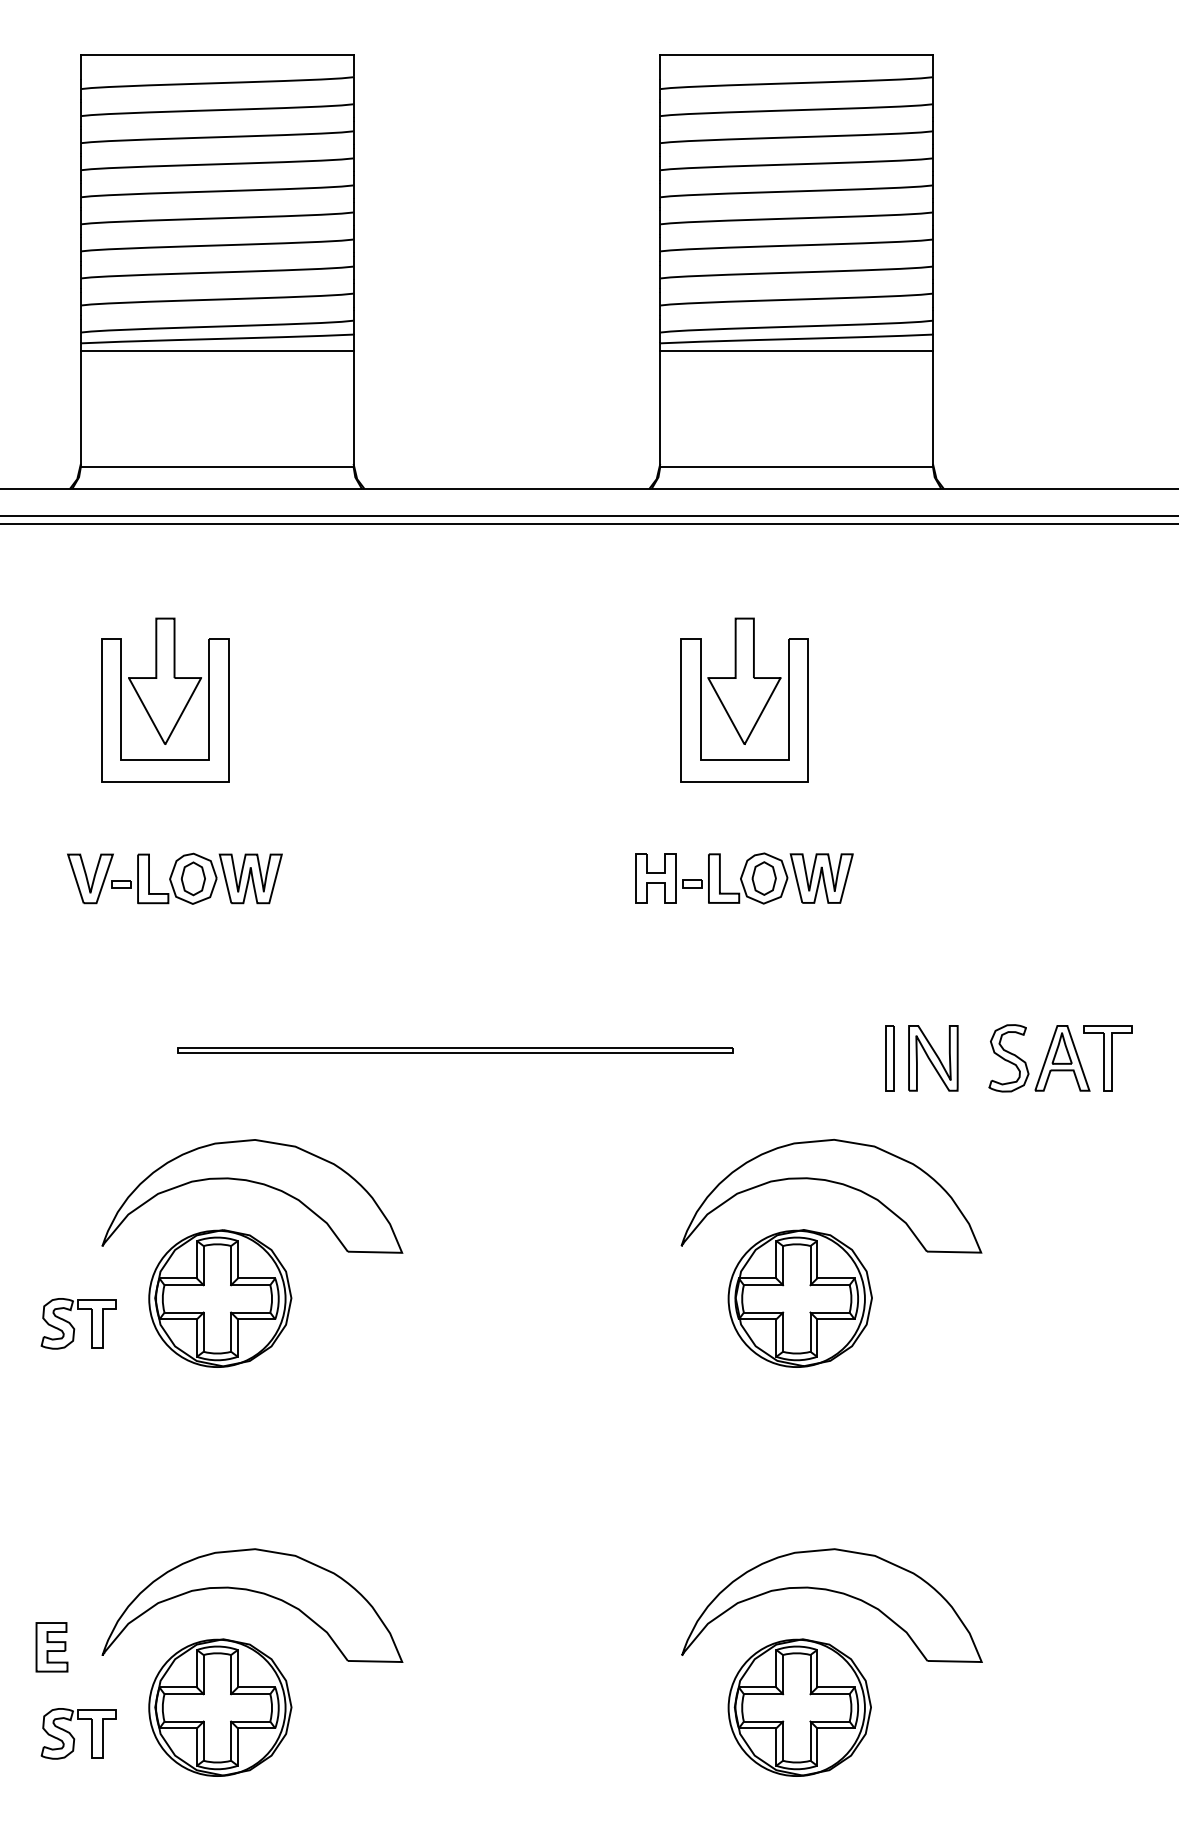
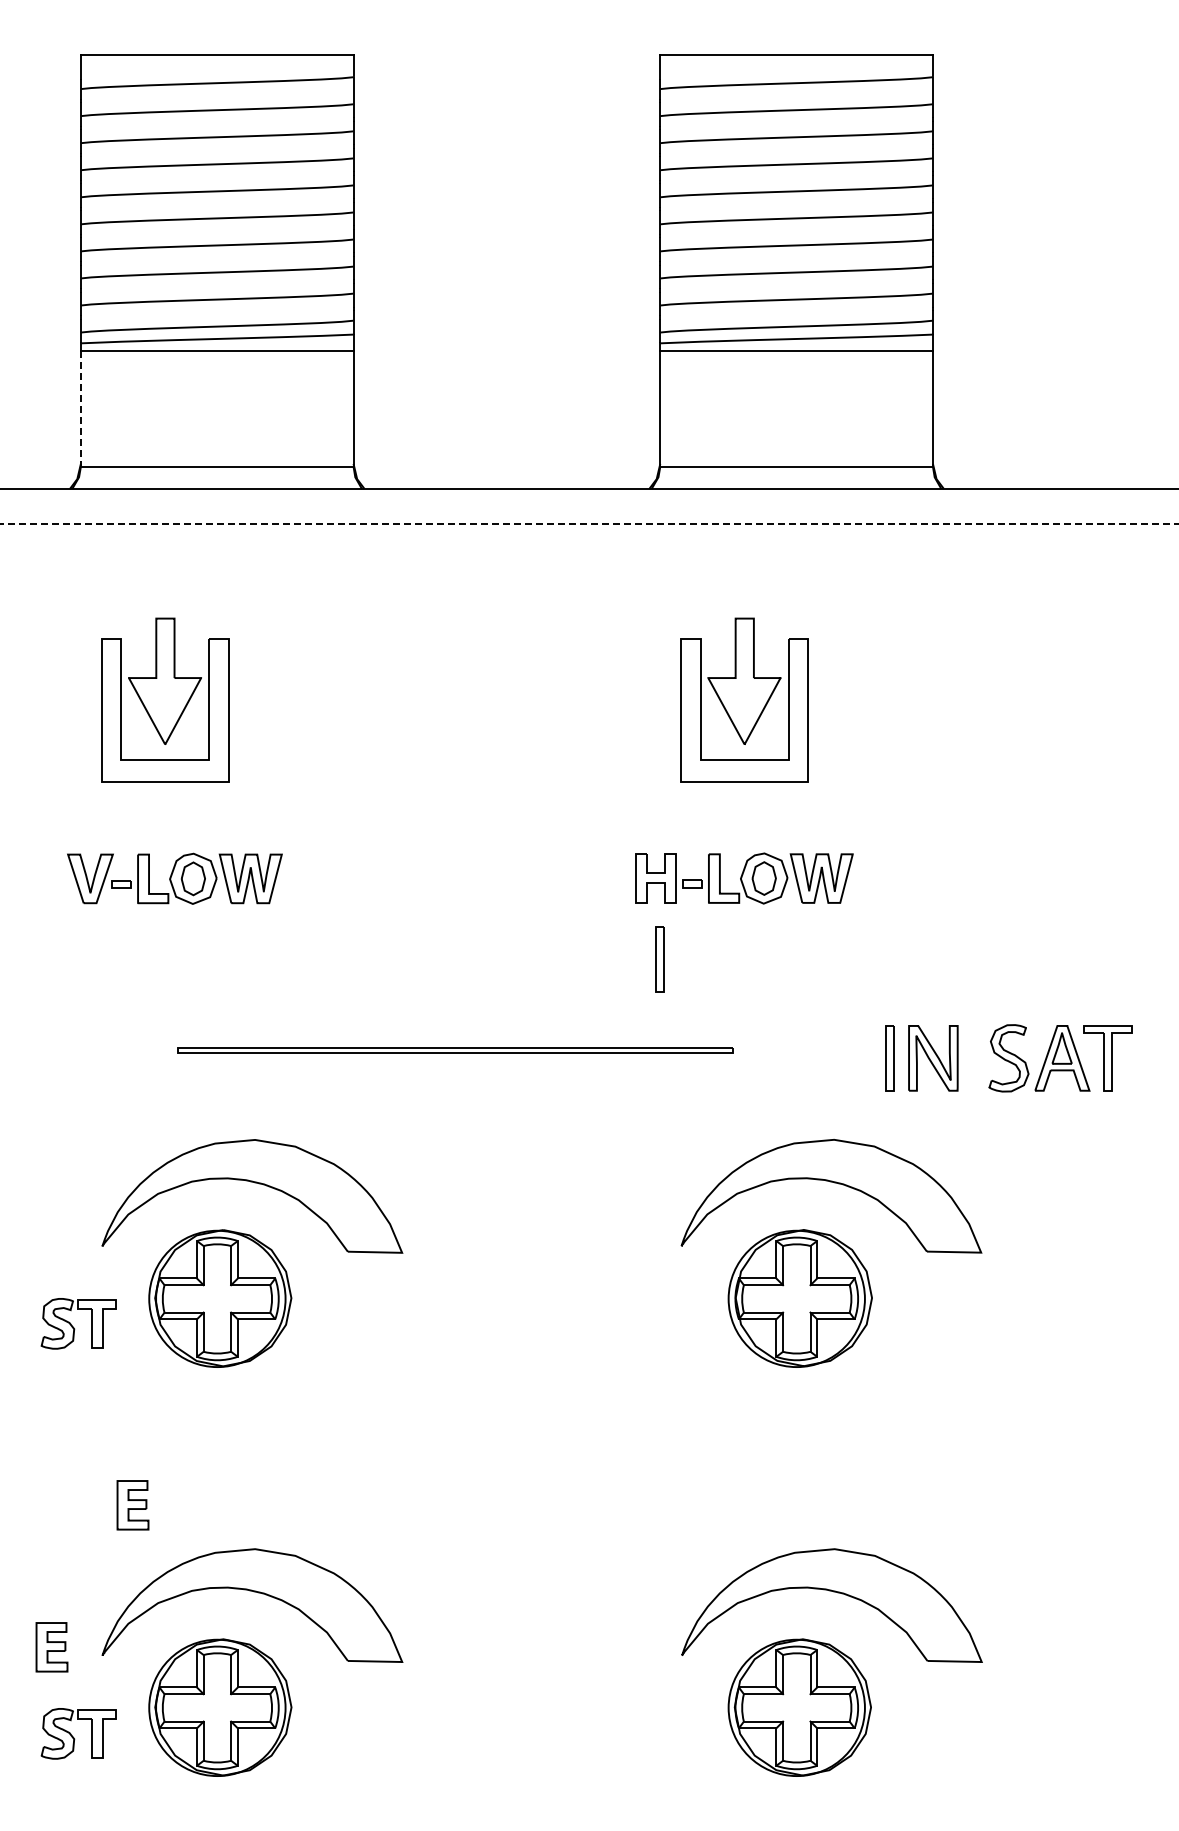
line at (80, 409): solid -> dashed
line at (588, 516): present -> none
line at (588, 523): solid -> dashed
part at (659, 959): none -> present
part at (132, 1505): none -> present
